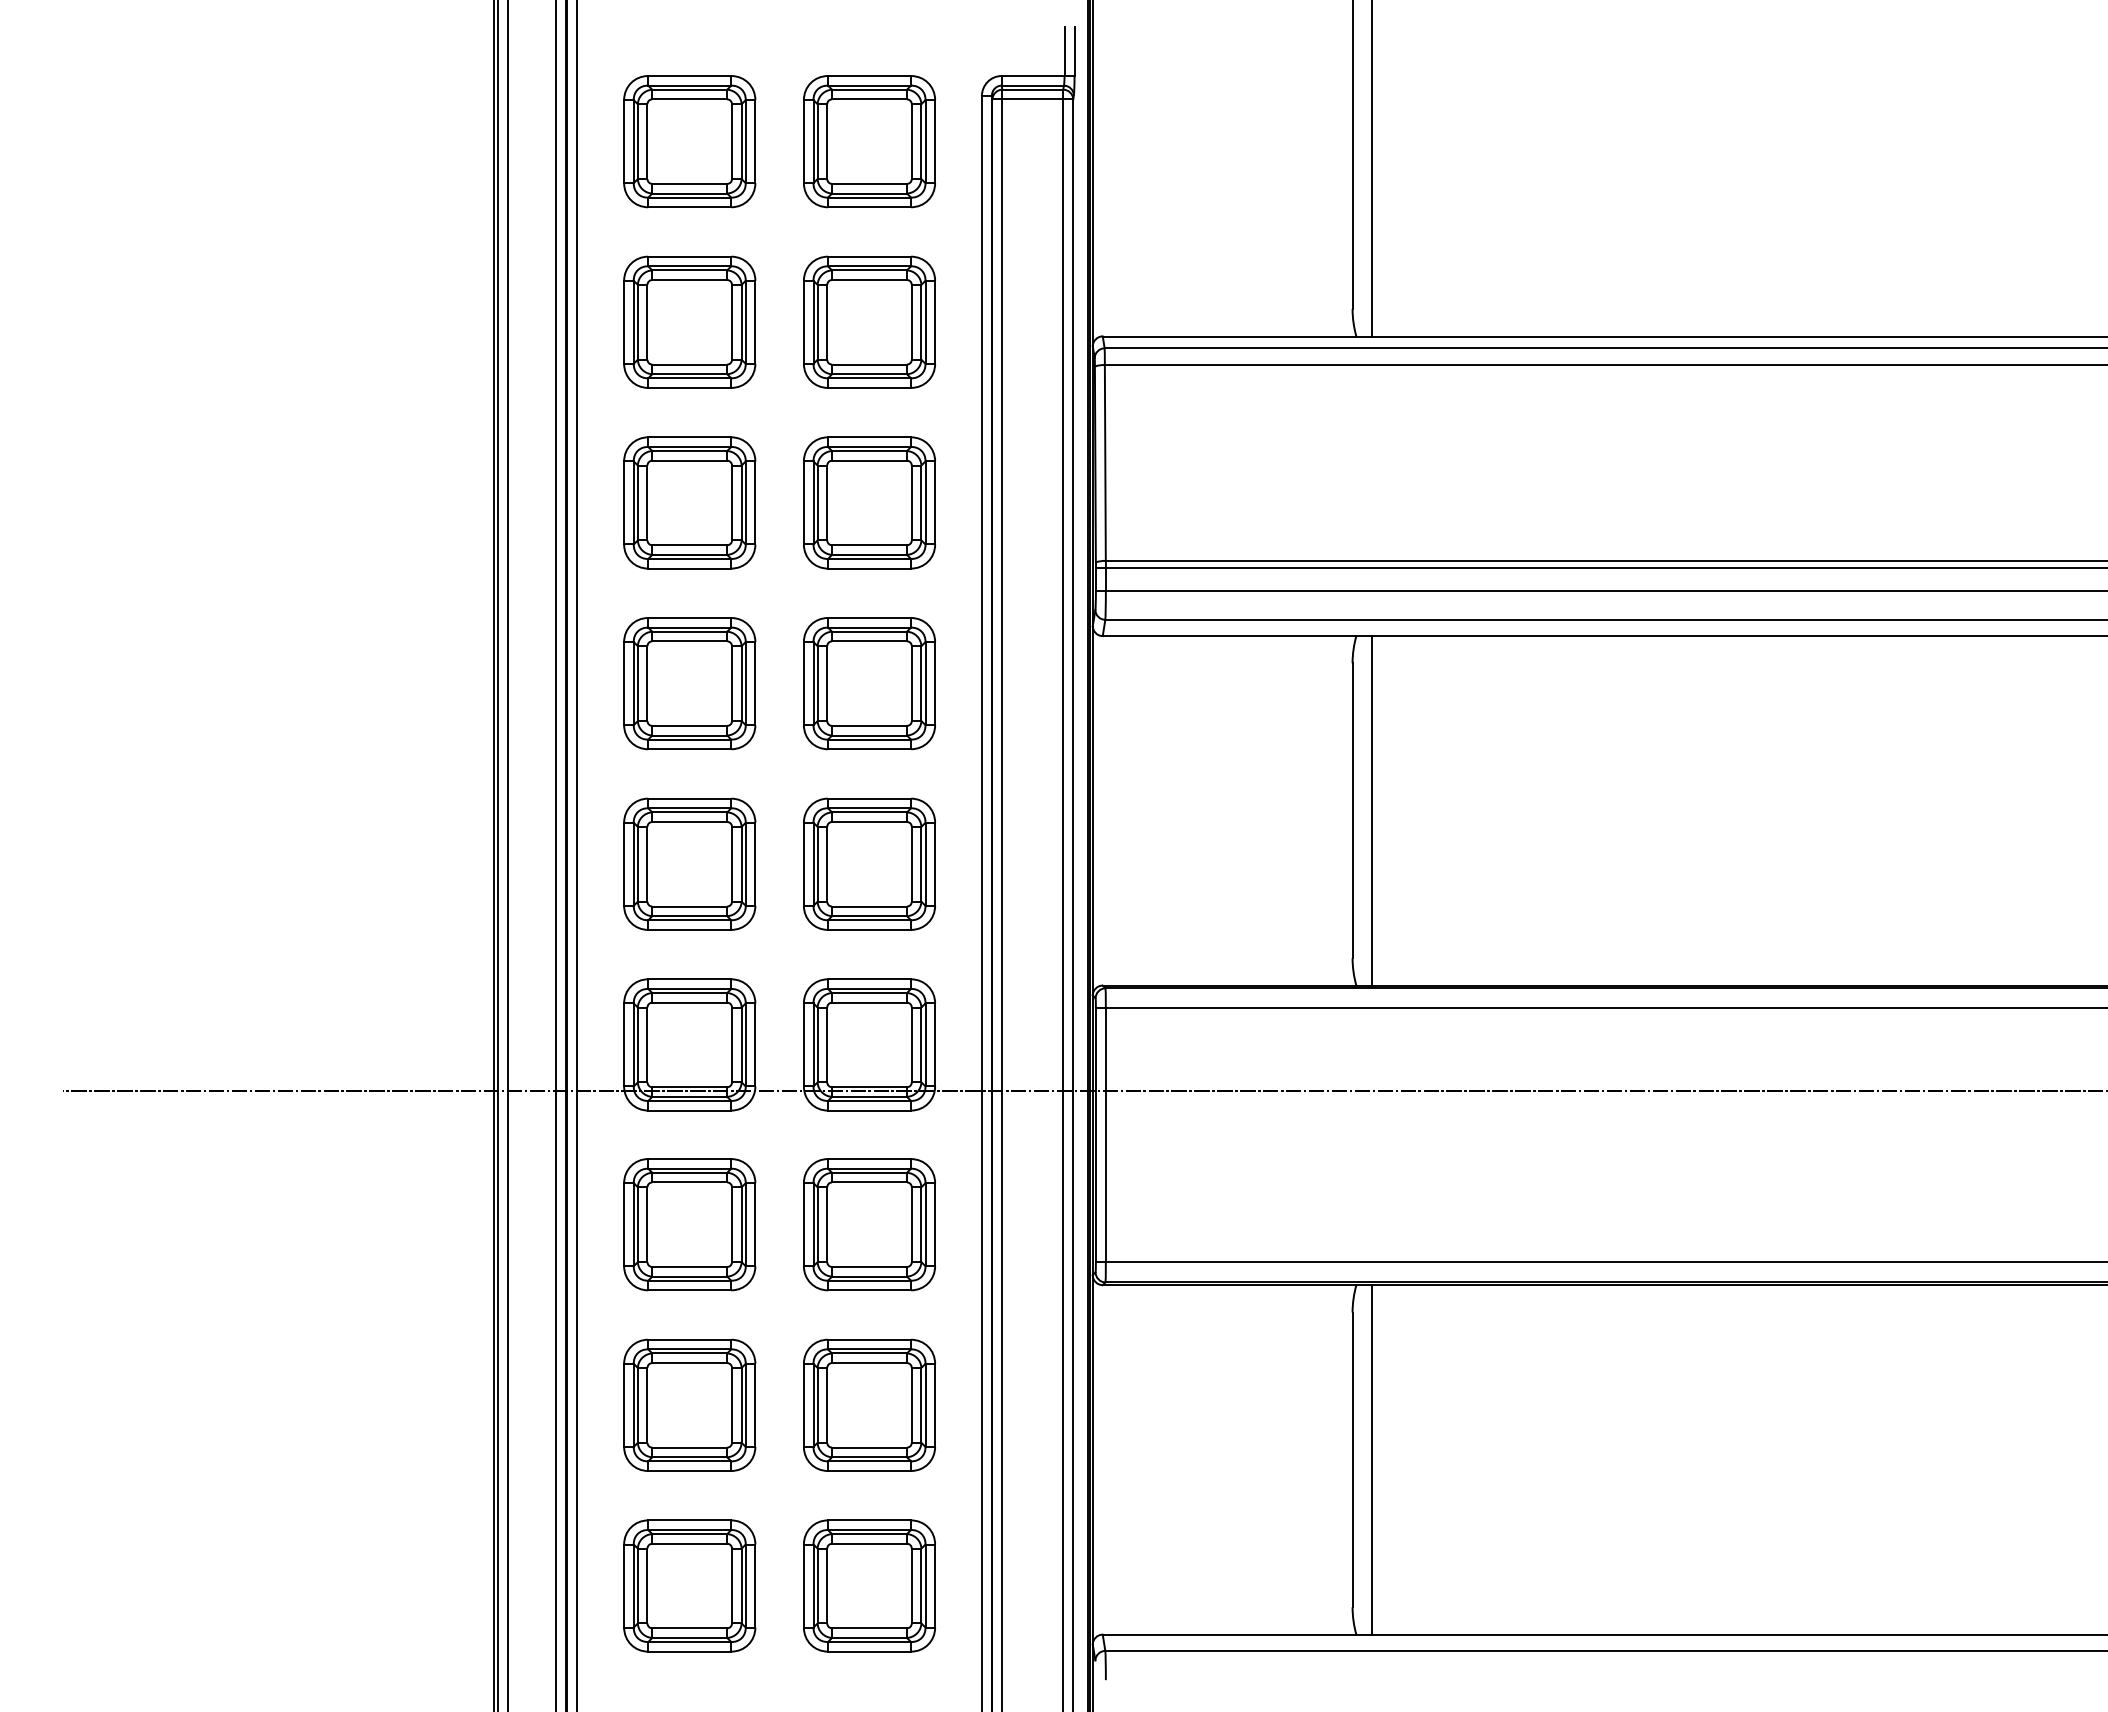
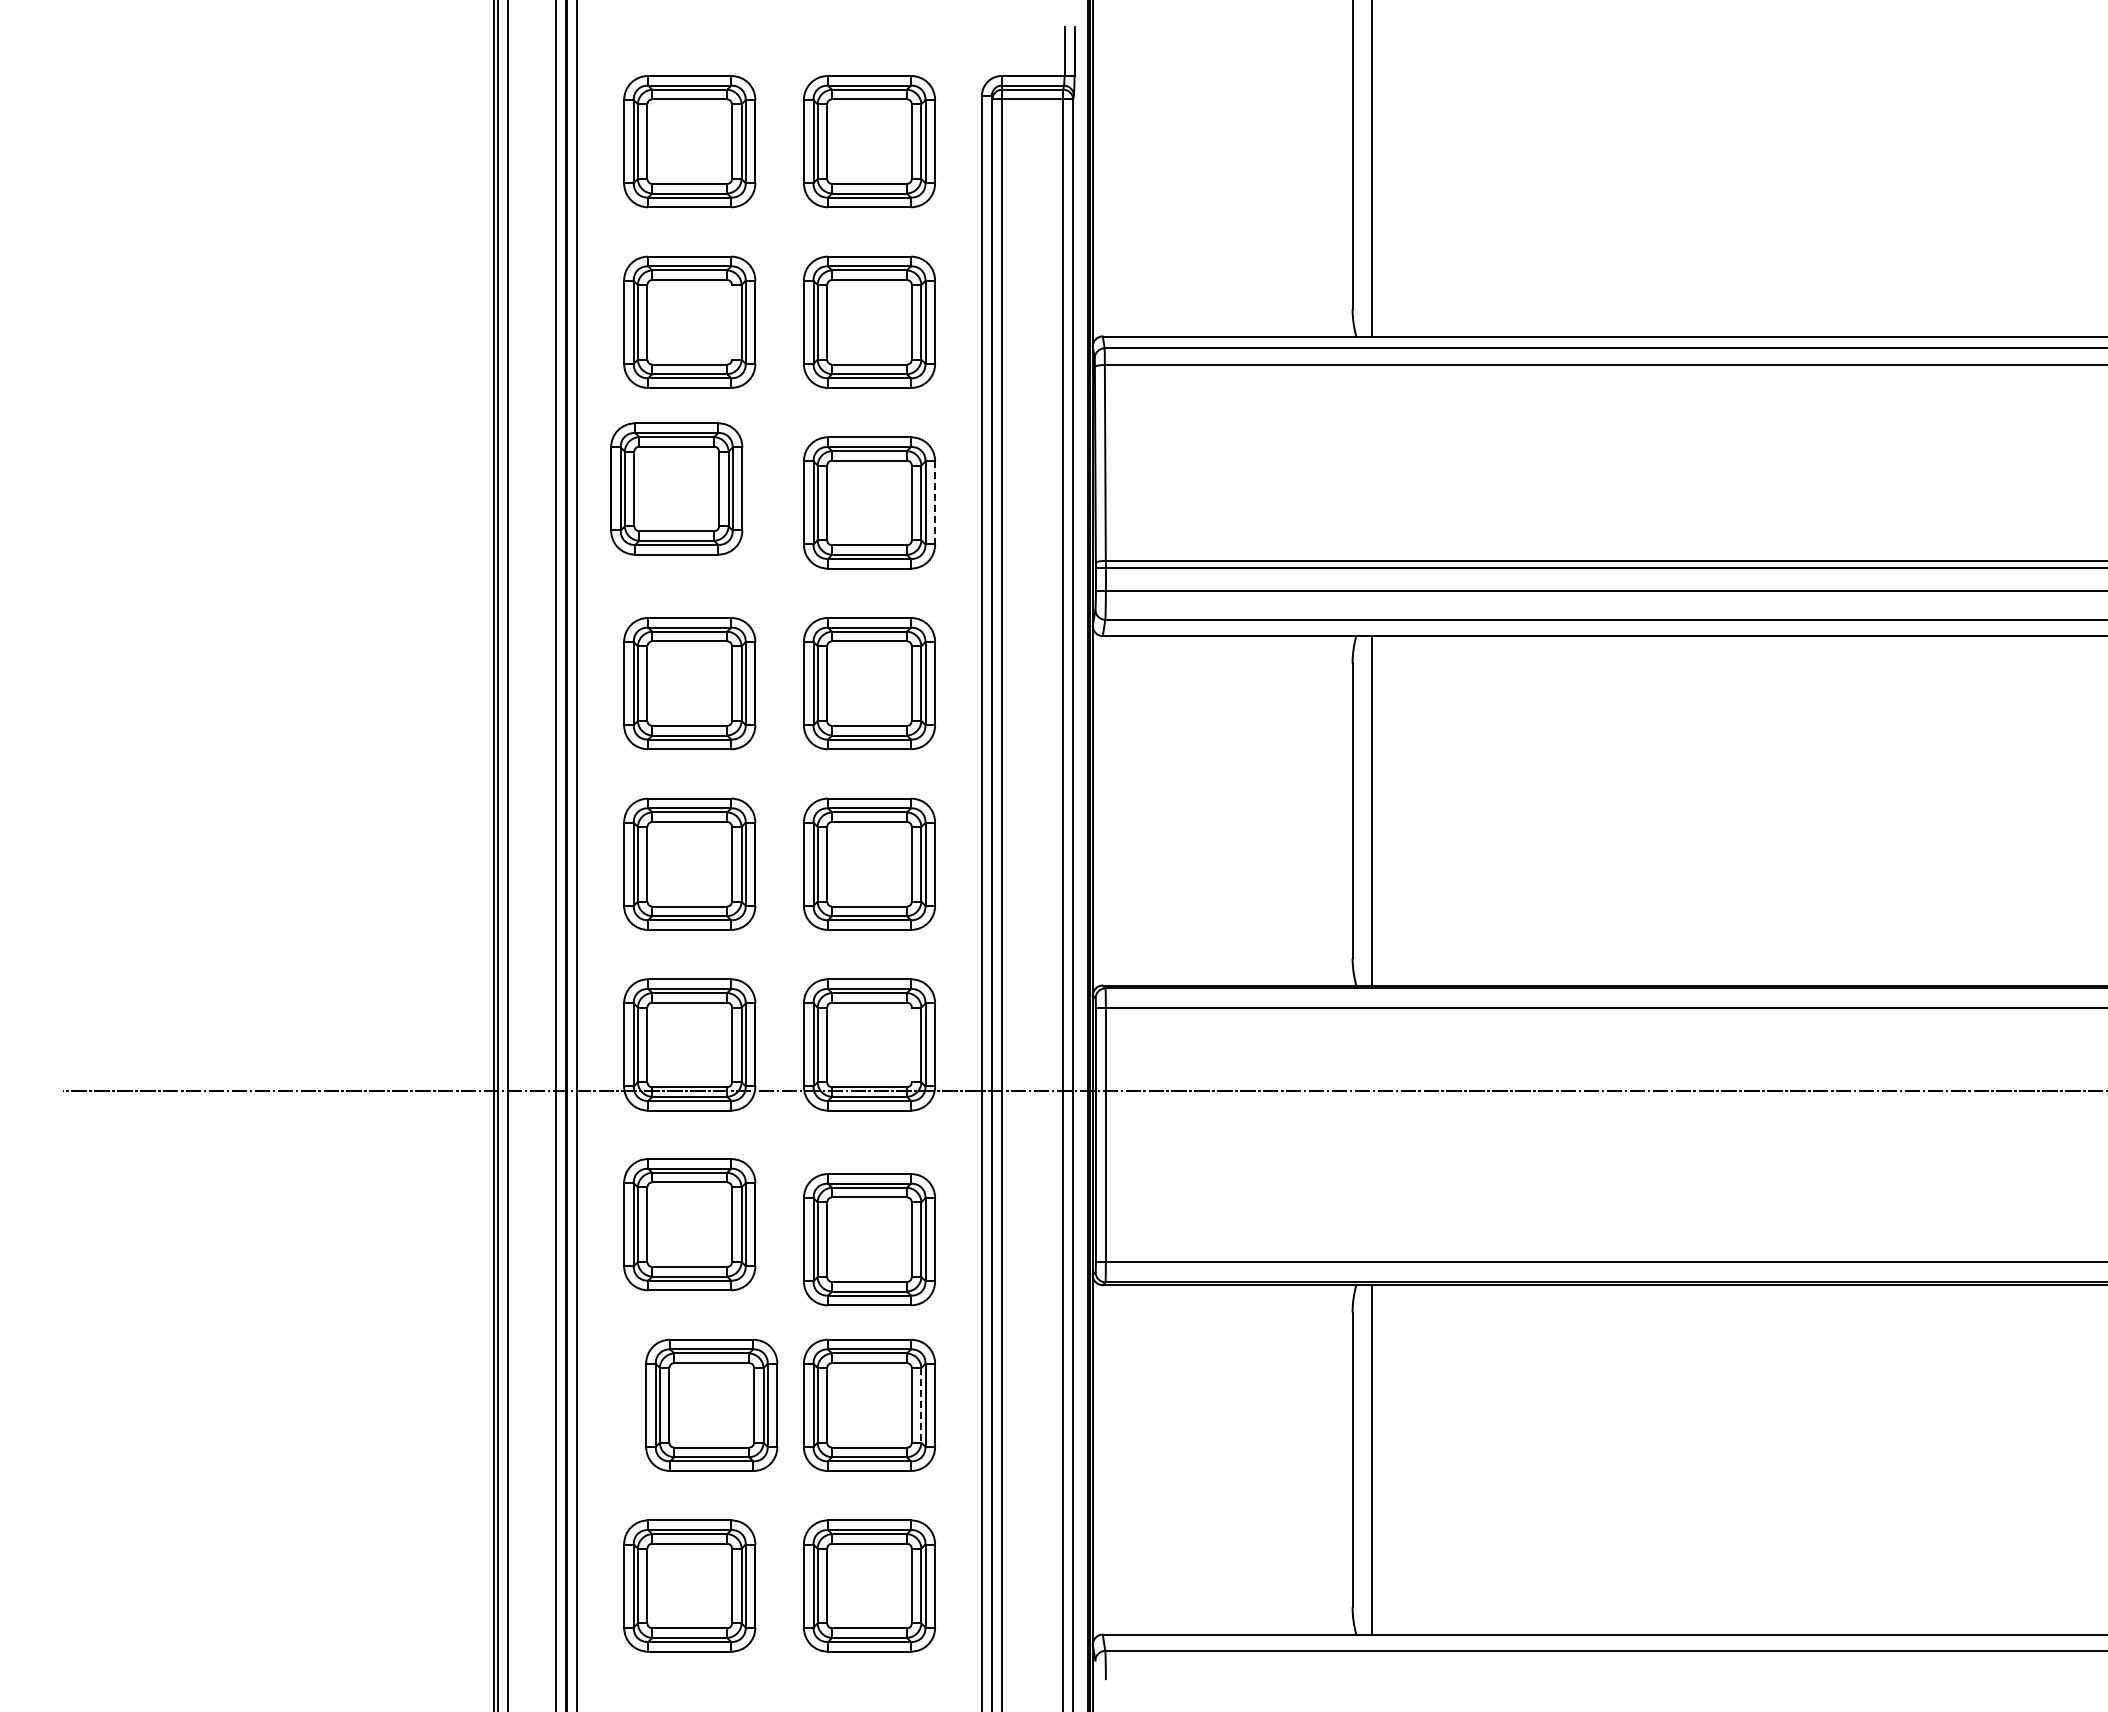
line at (732, 321): present -> none
part at (689, 502) position: (689, 502) -> (676, 488)
line at (935, 502): solid -> dashed
line at (911, 1044): present -> none
part at (869, 1224) position: (869, 1224) -> (869, 1239)
part at (689, 1404) position: (689, 1404) -> (711, 1404)
line at (921, 1405): solid -> dashed
